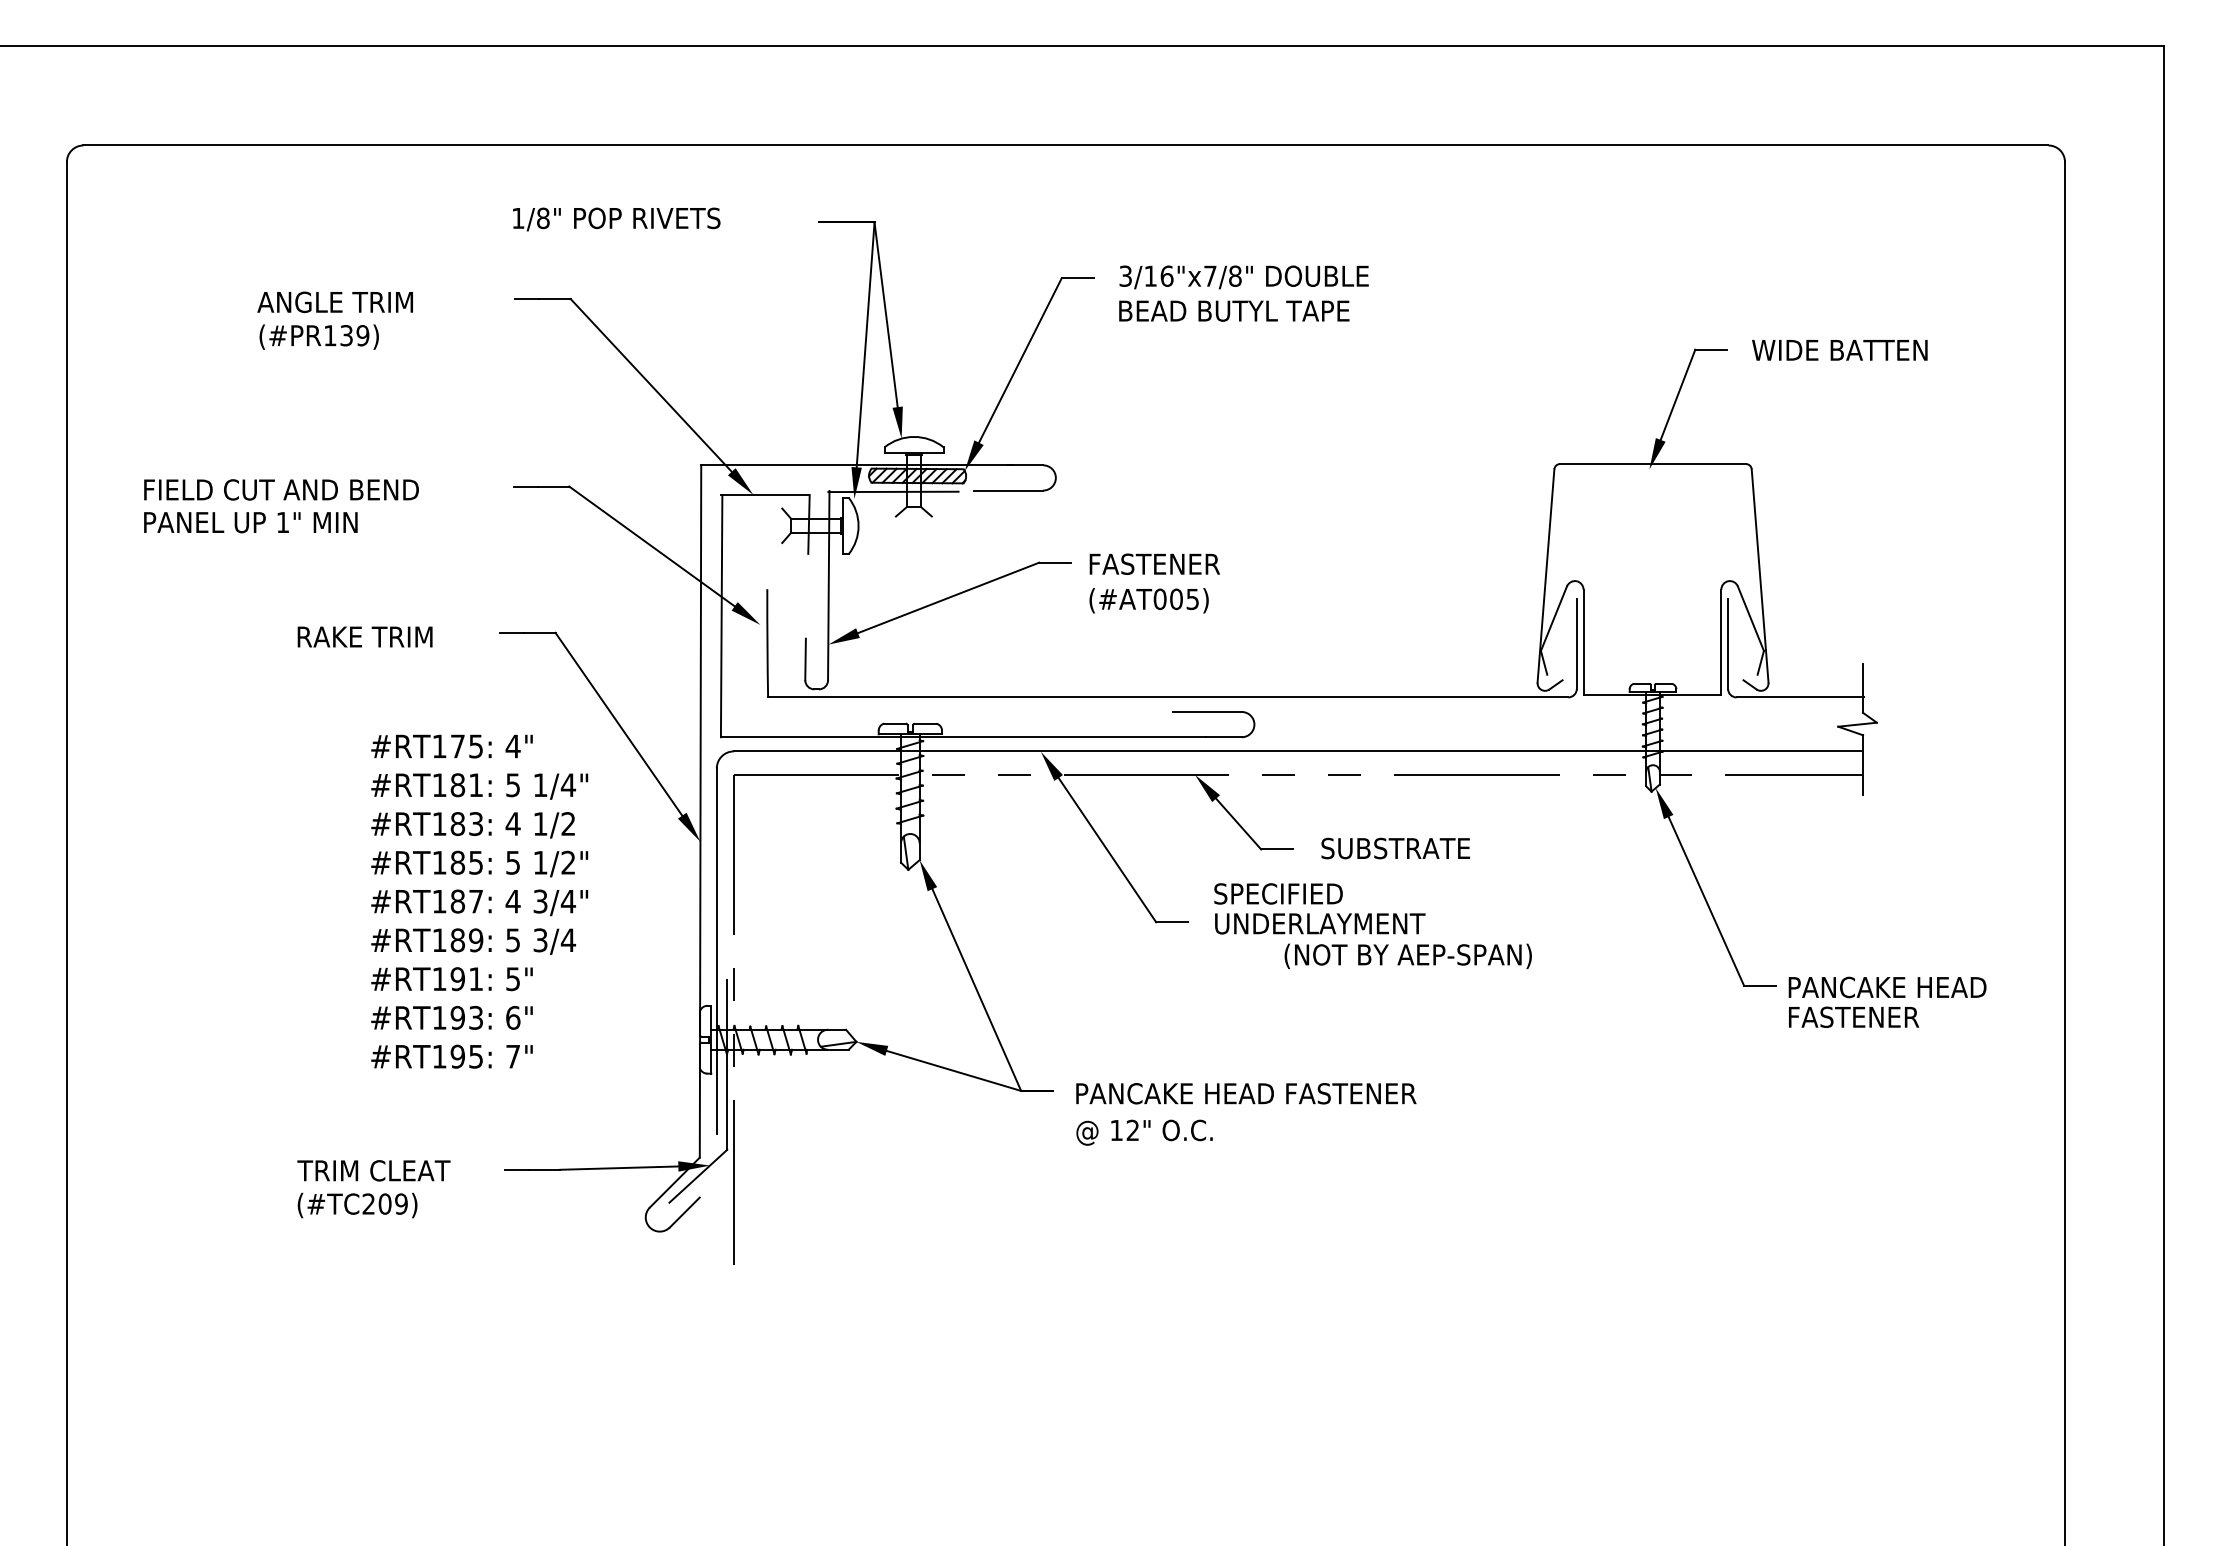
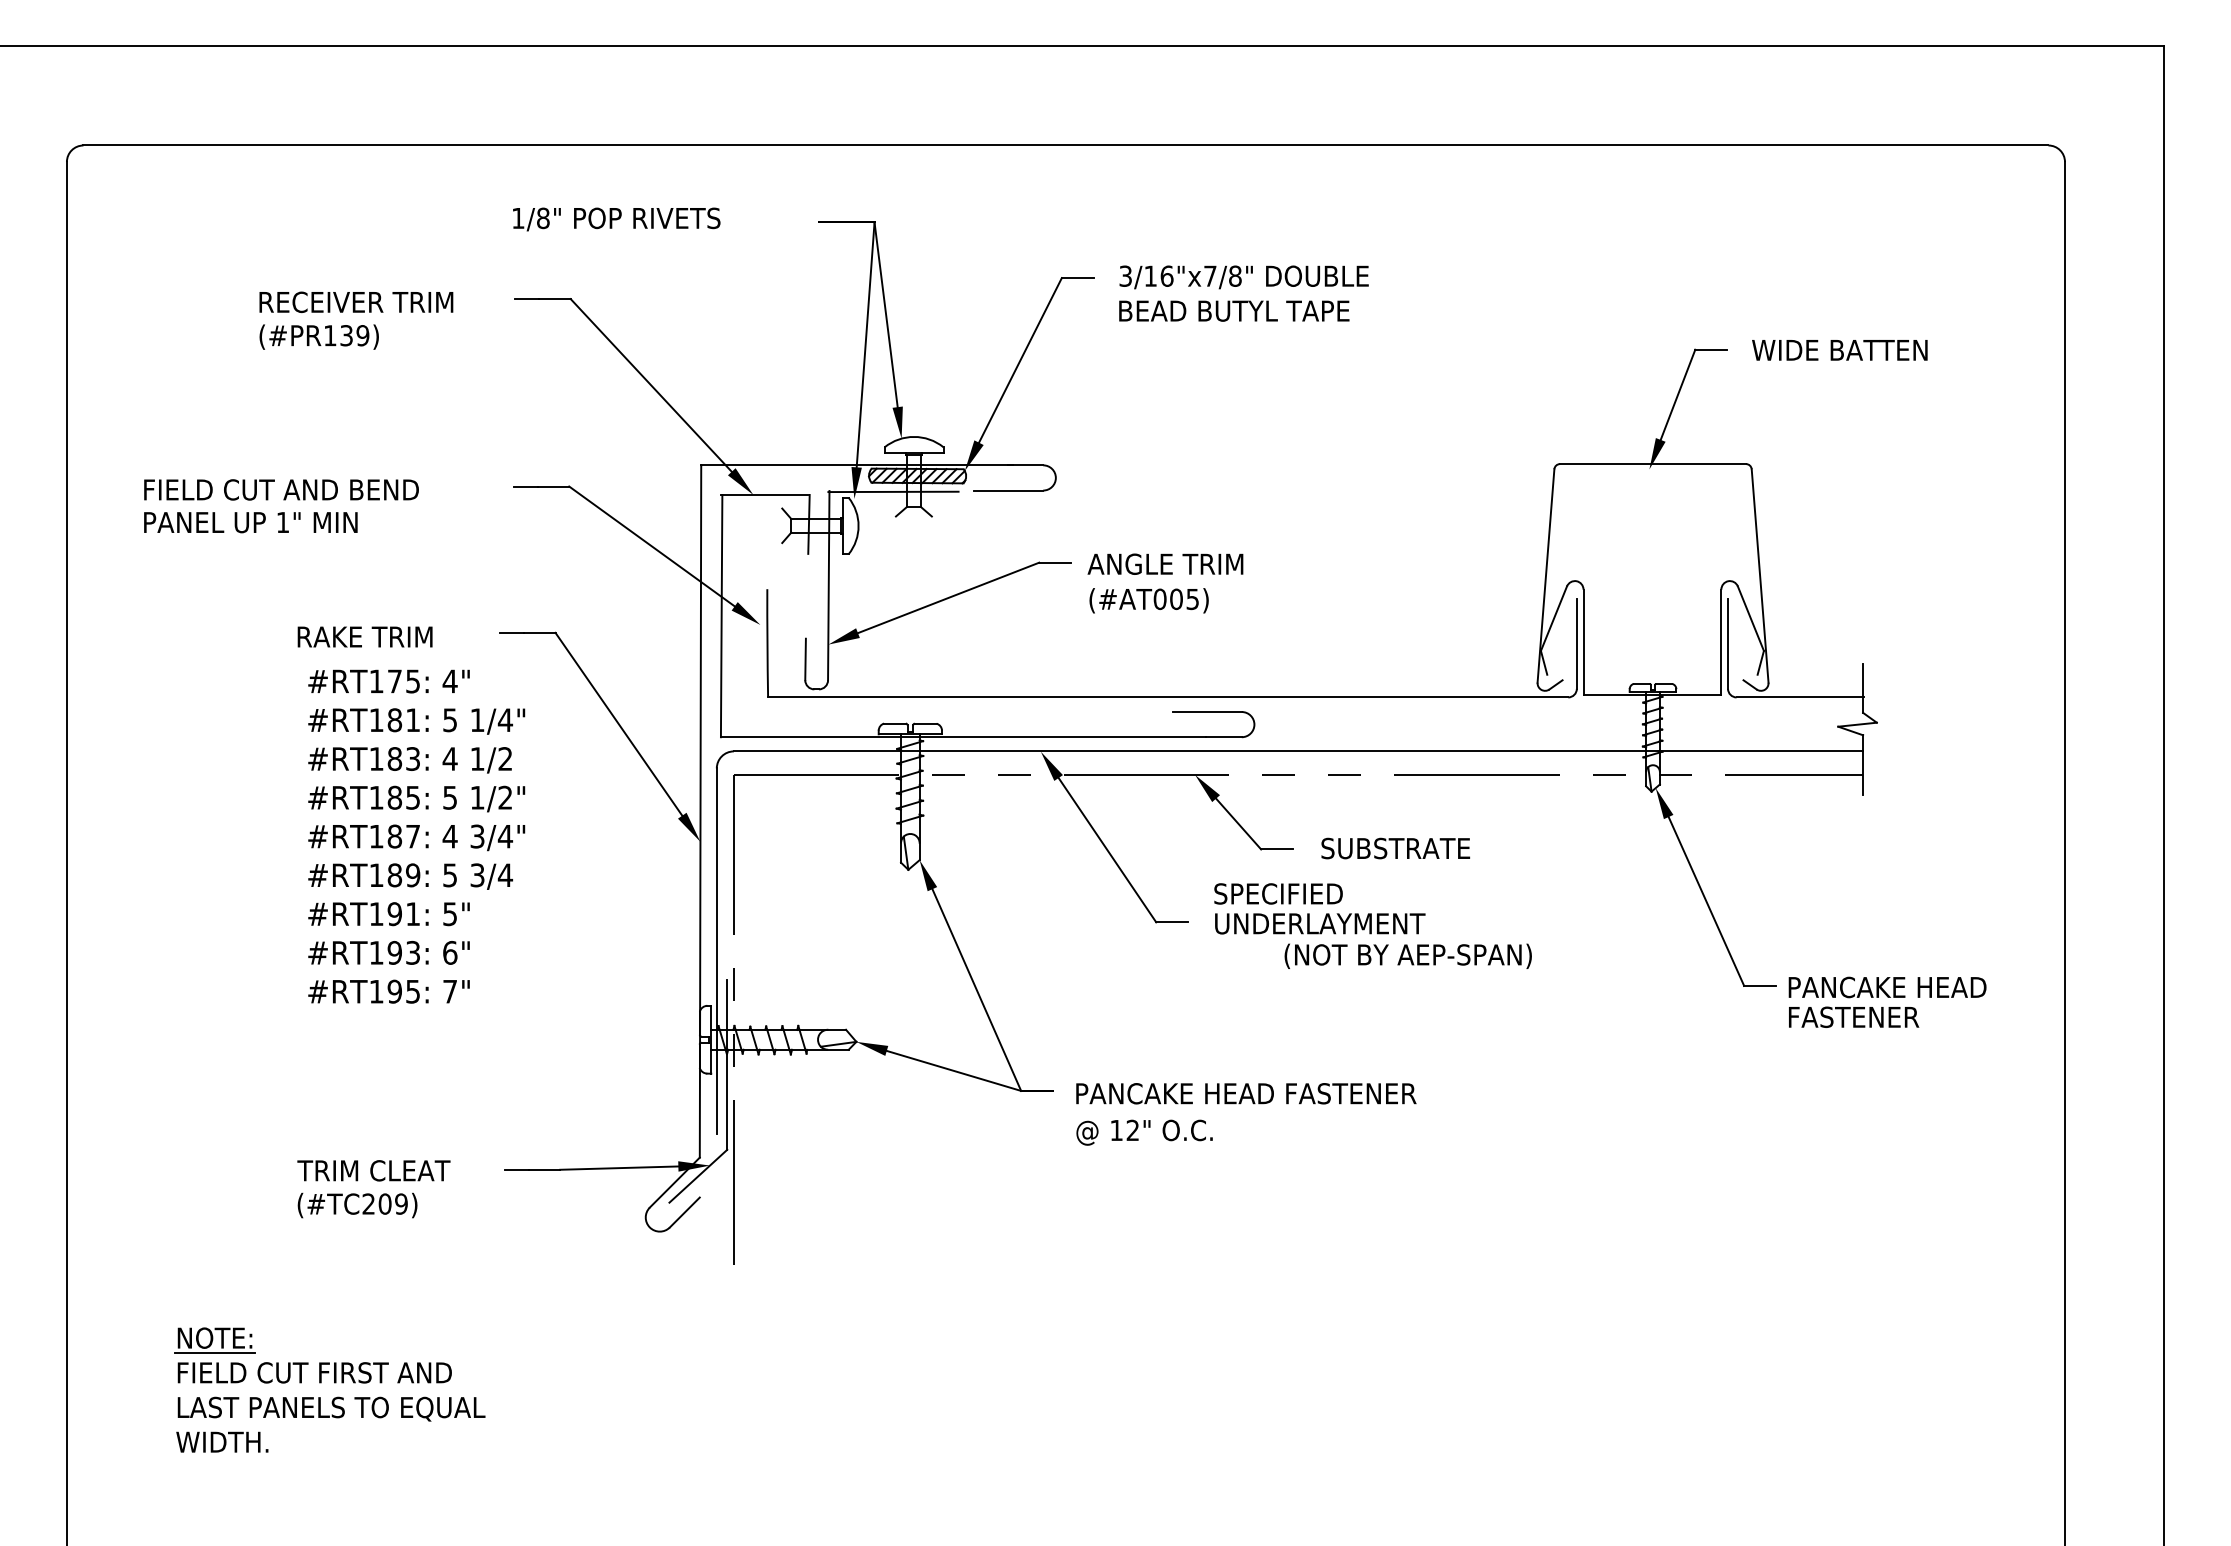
text at (355, 302): ANGLE TRIM -> RECEIVER TRIM
text at (1165, 563): FASTENER -> ANGLE TRIM
text at (479, 901) position: (479, 901) -> (416, 836)
part at (334, 1383): none -> present
